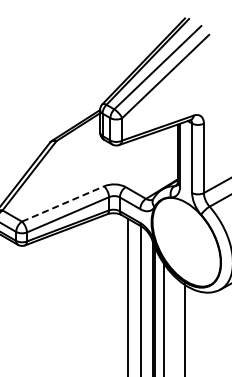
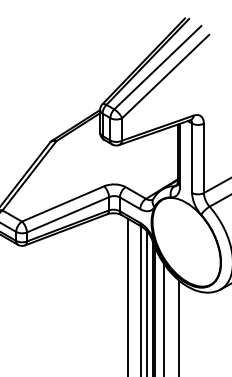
line at (63, 204): dashed -> solid
line at (147, 302): none -> present
line at (185, 326) position: (185, 326) -> (179, 326)
